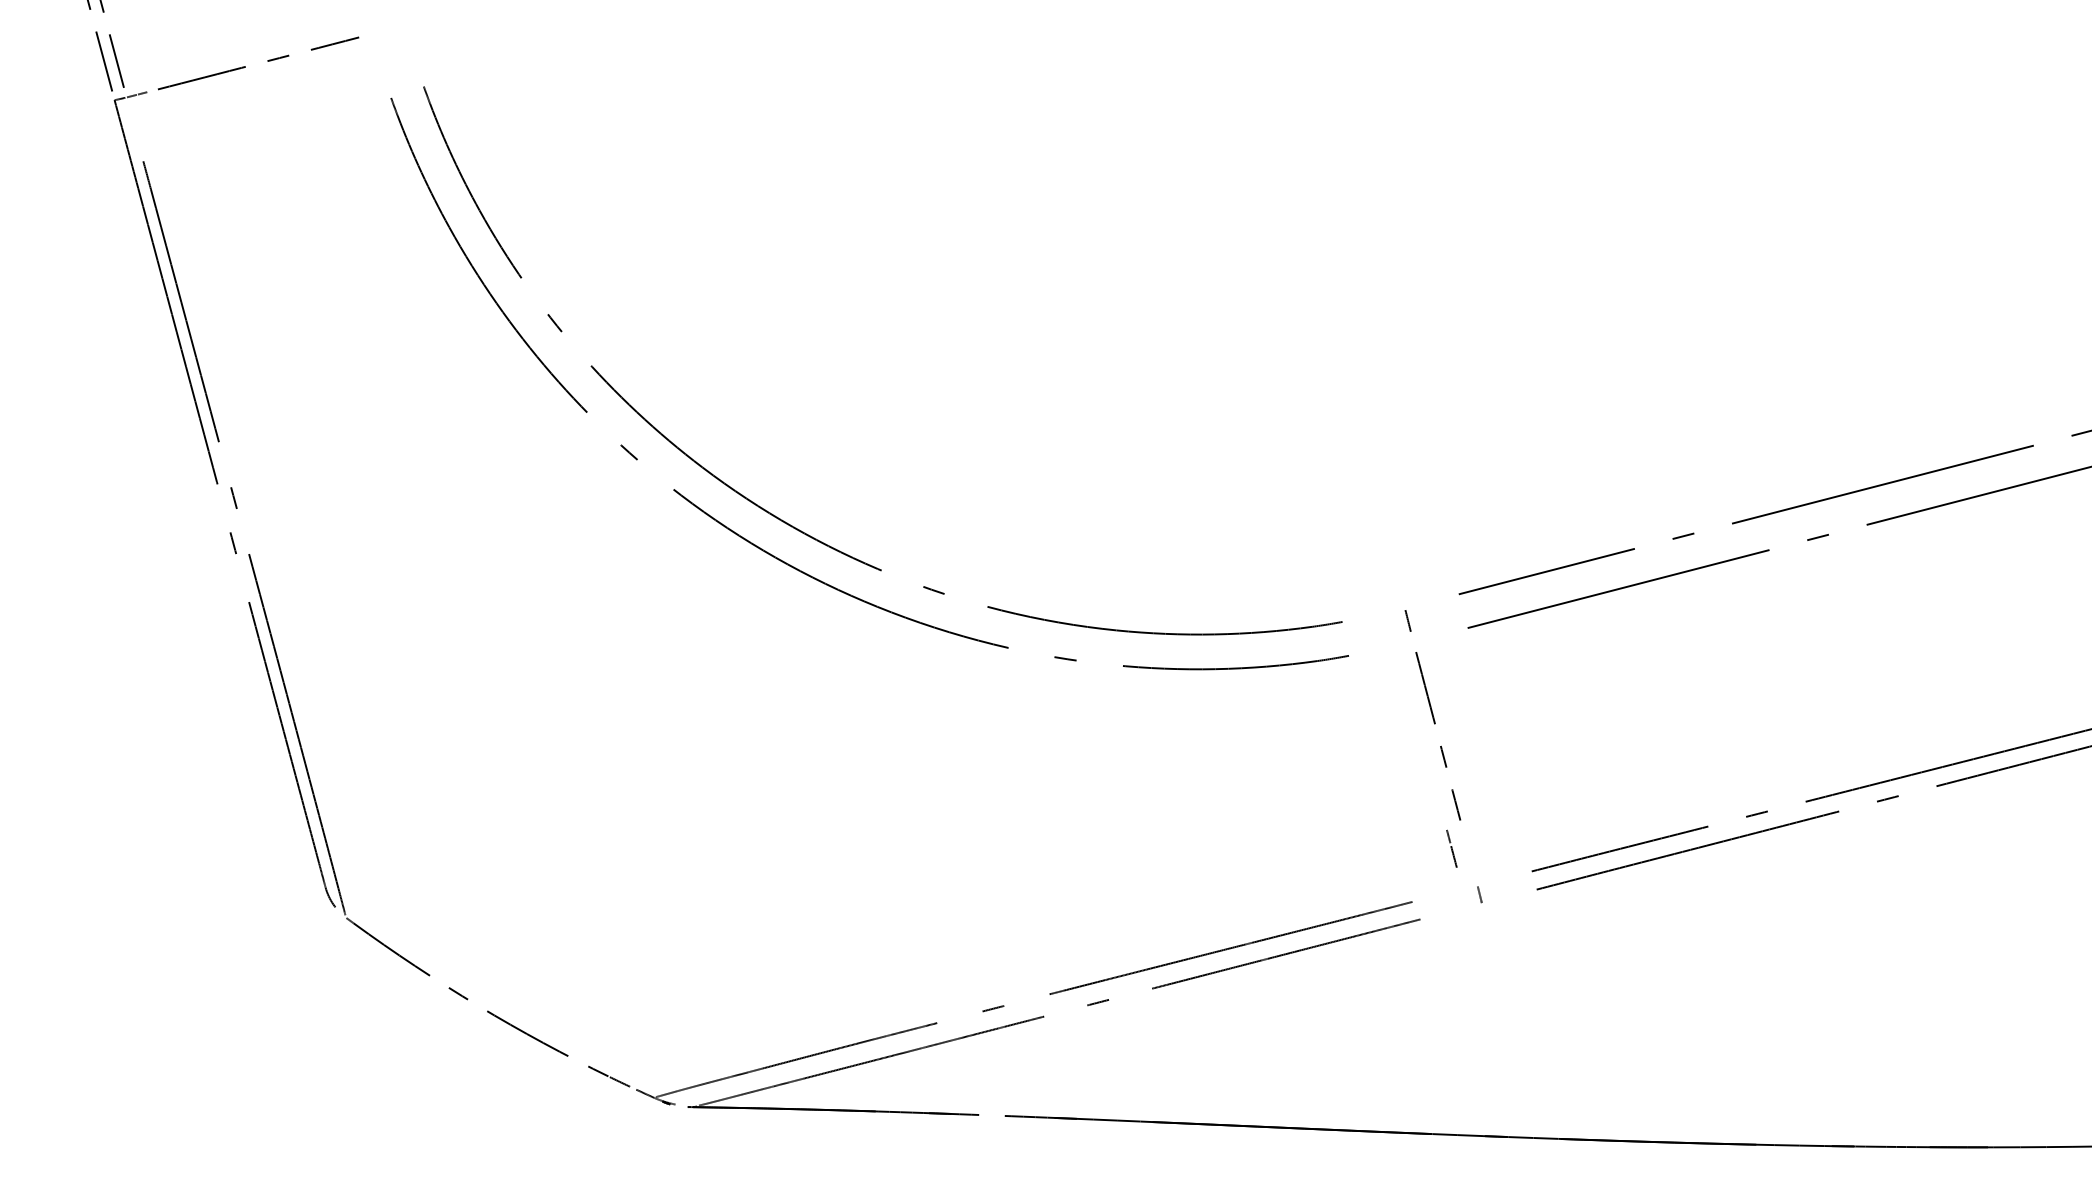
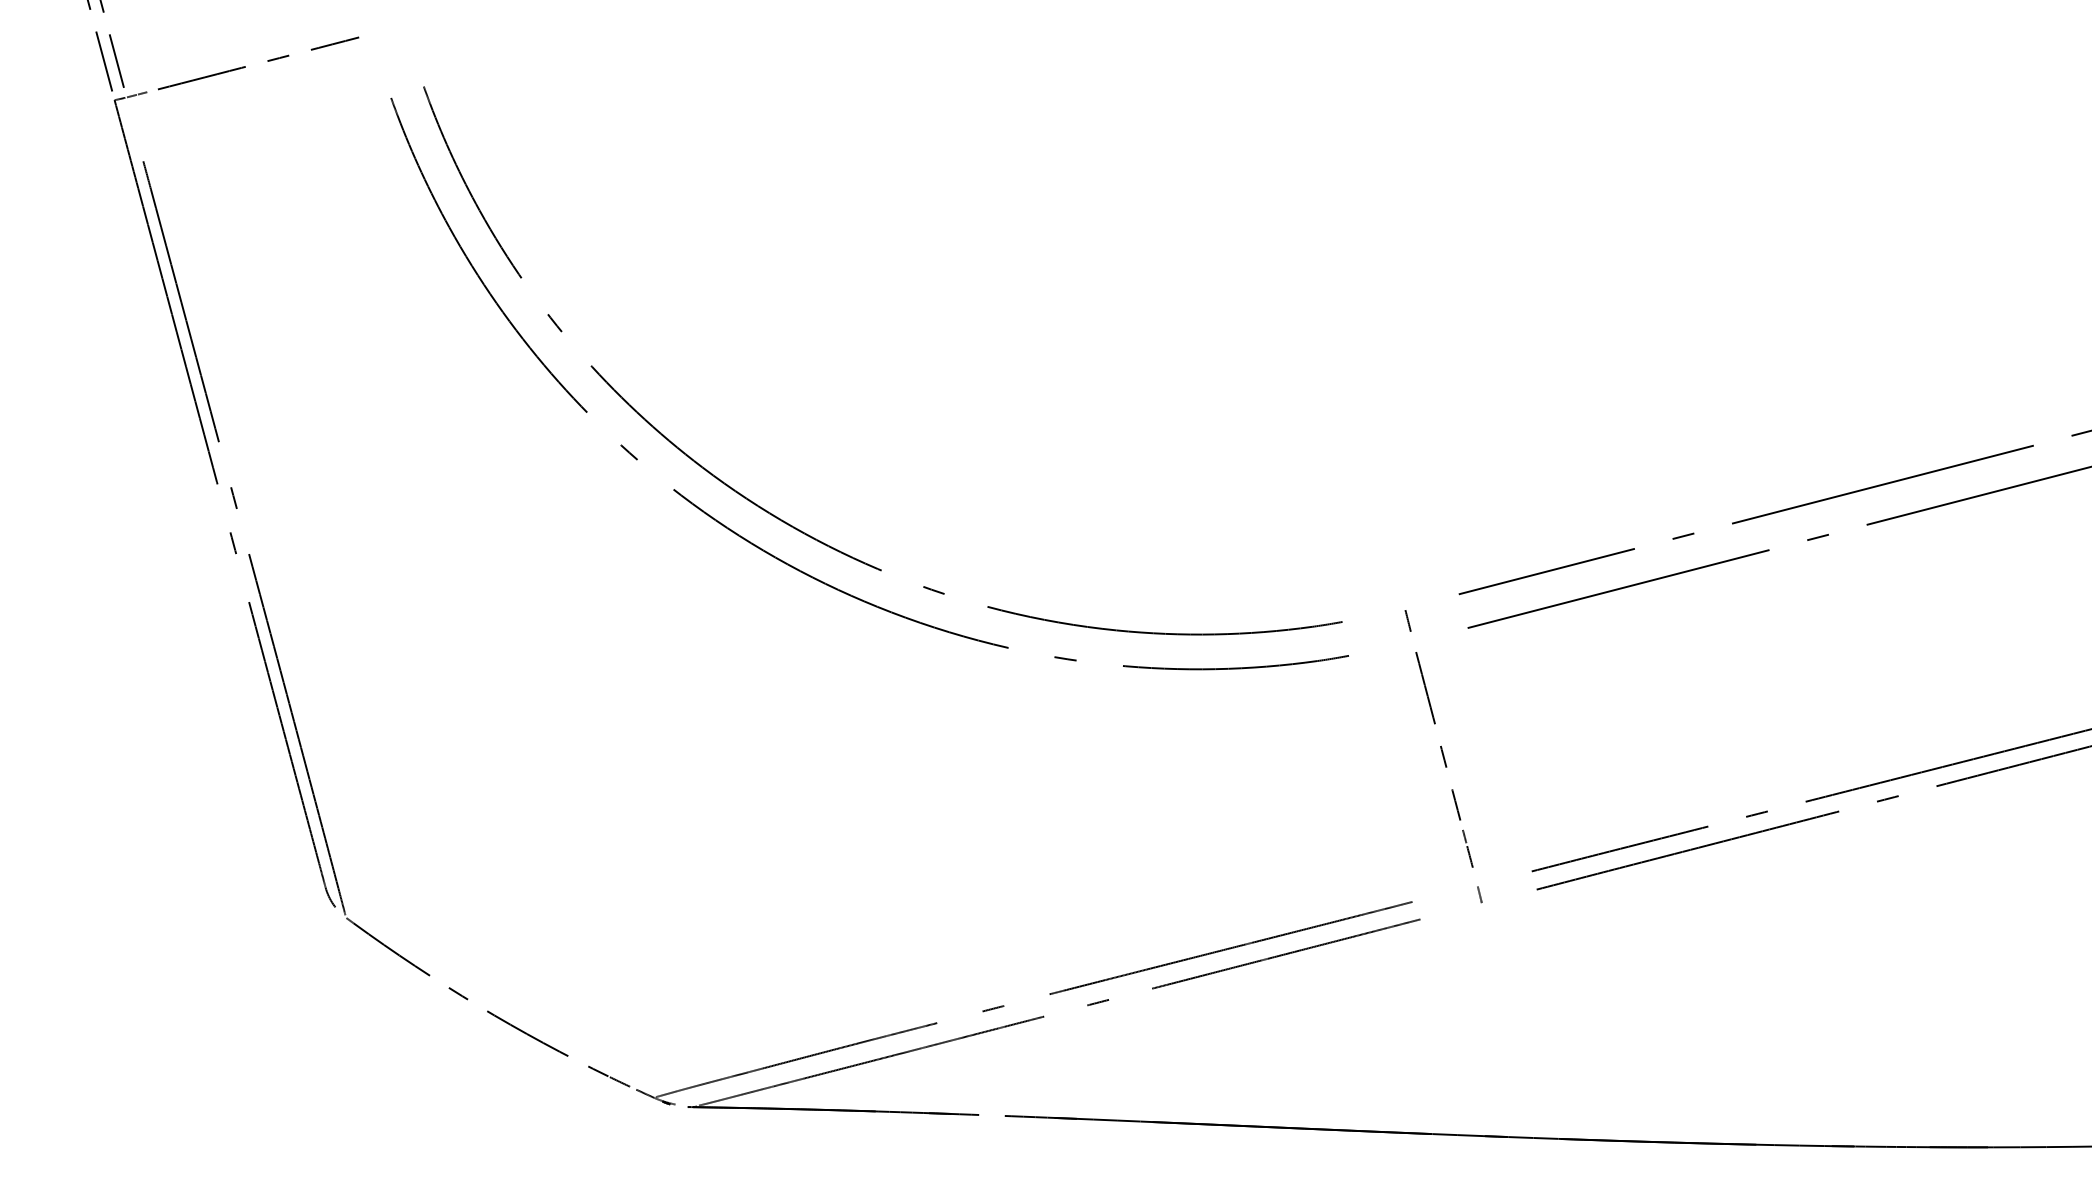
line at (1451, 848) position: (1451, 848) -> (1467, 848)
